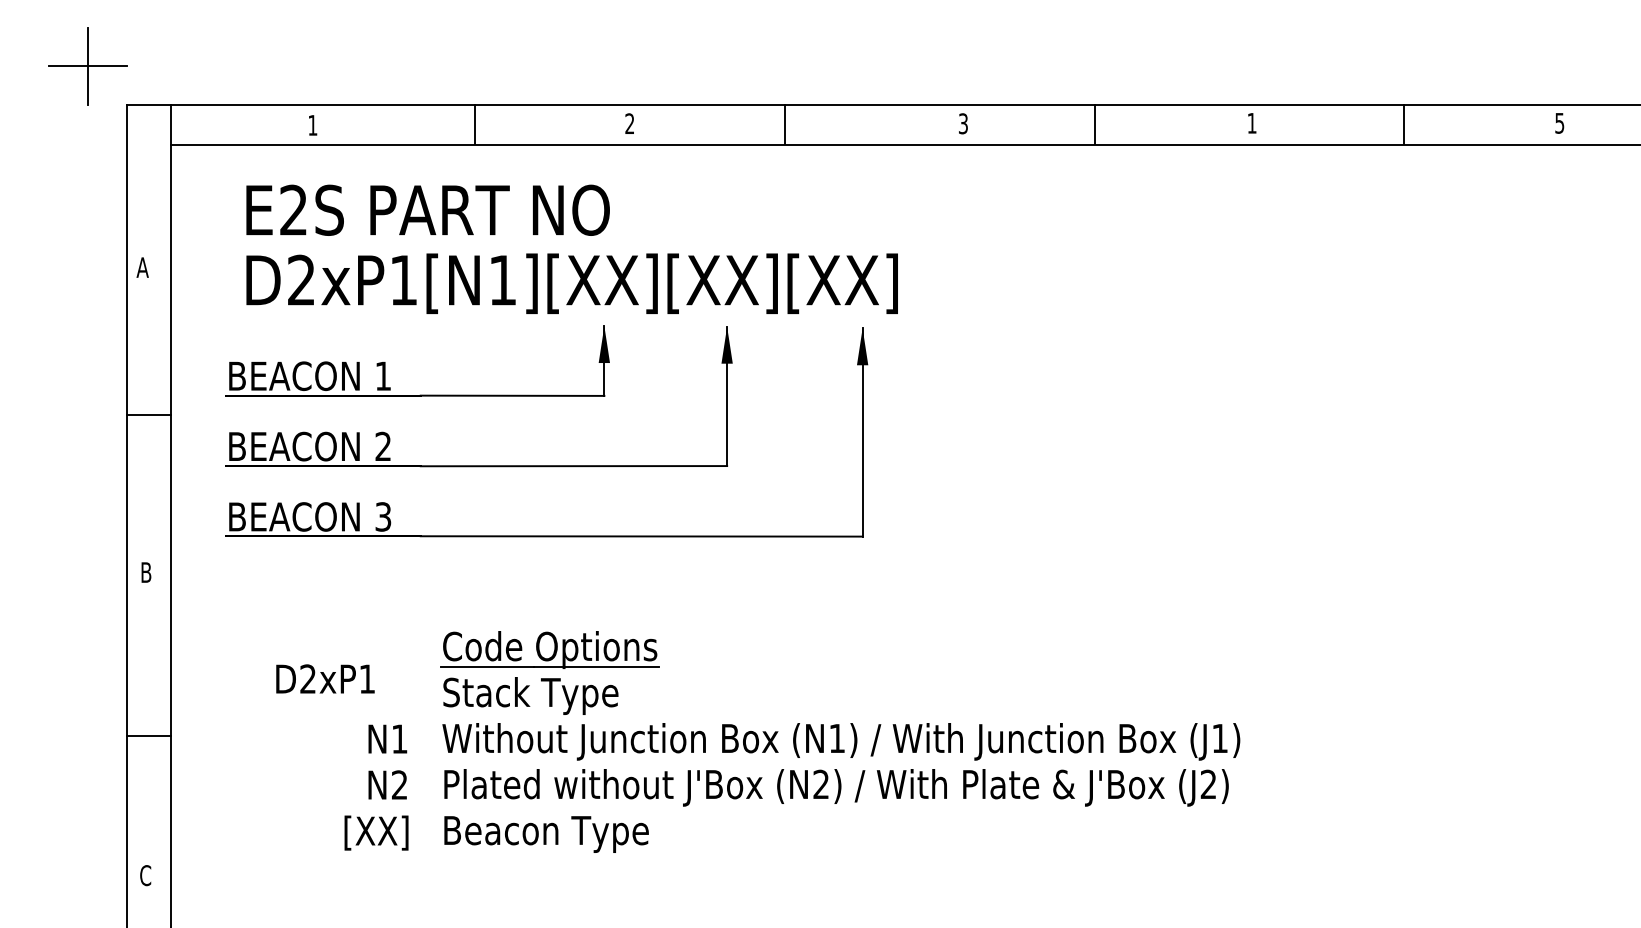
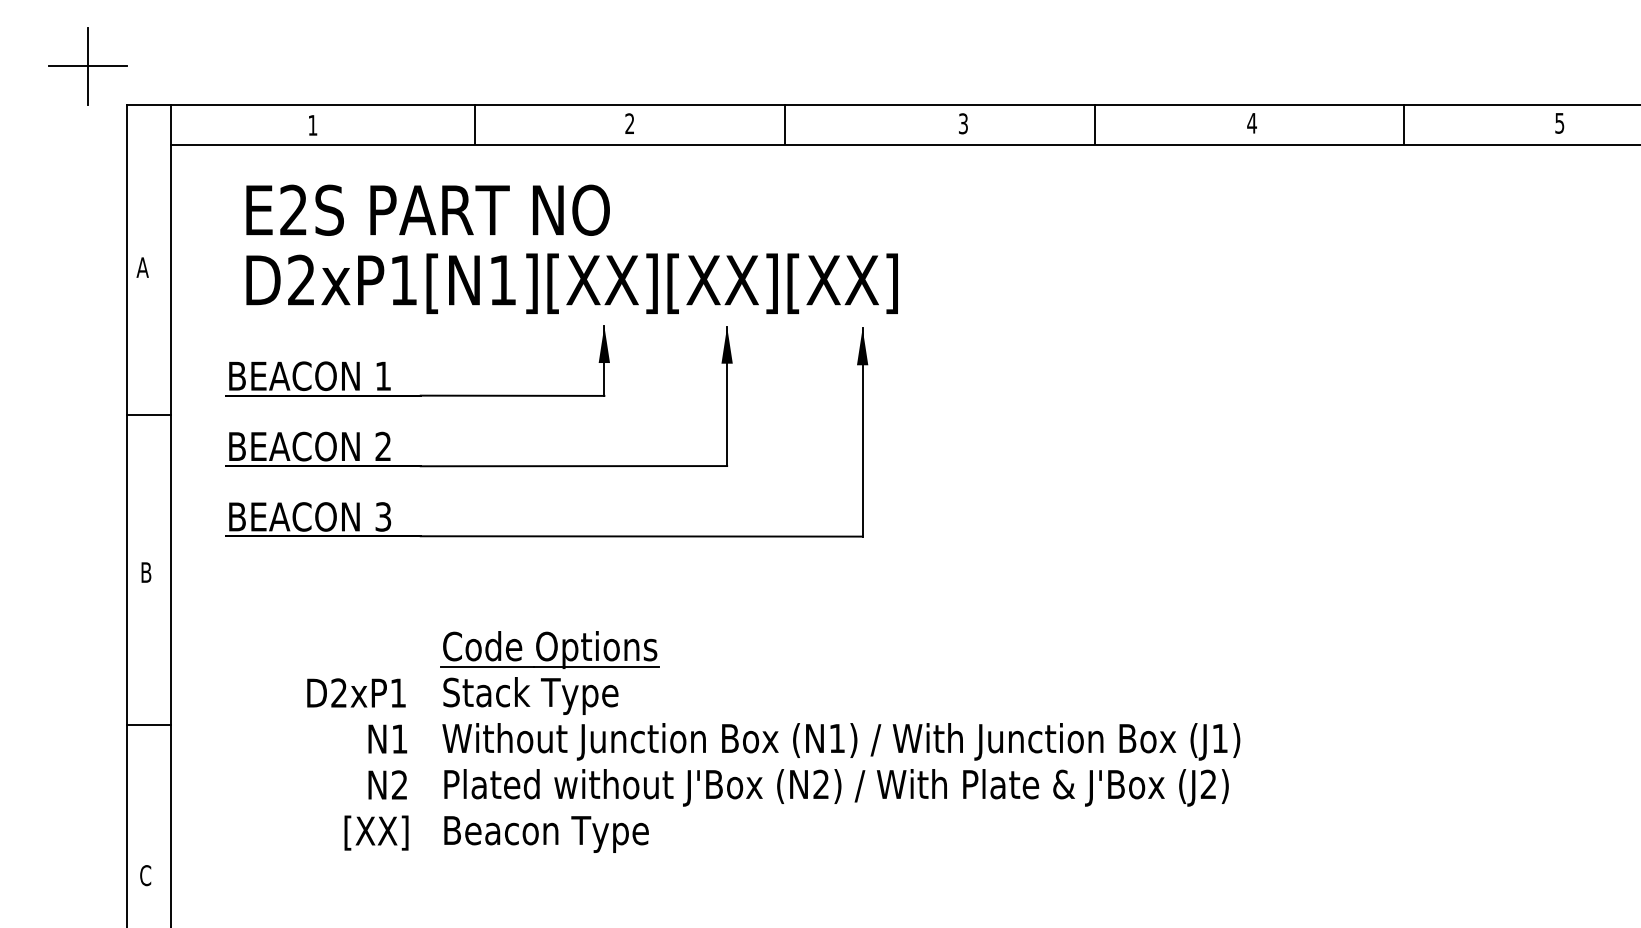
text at (1252, 123): 1 -> 4
text at (325, 678) position: (325, 678) -> (356, 692)
line at (148, 735) position: (148, 735) -> (148, 724)
